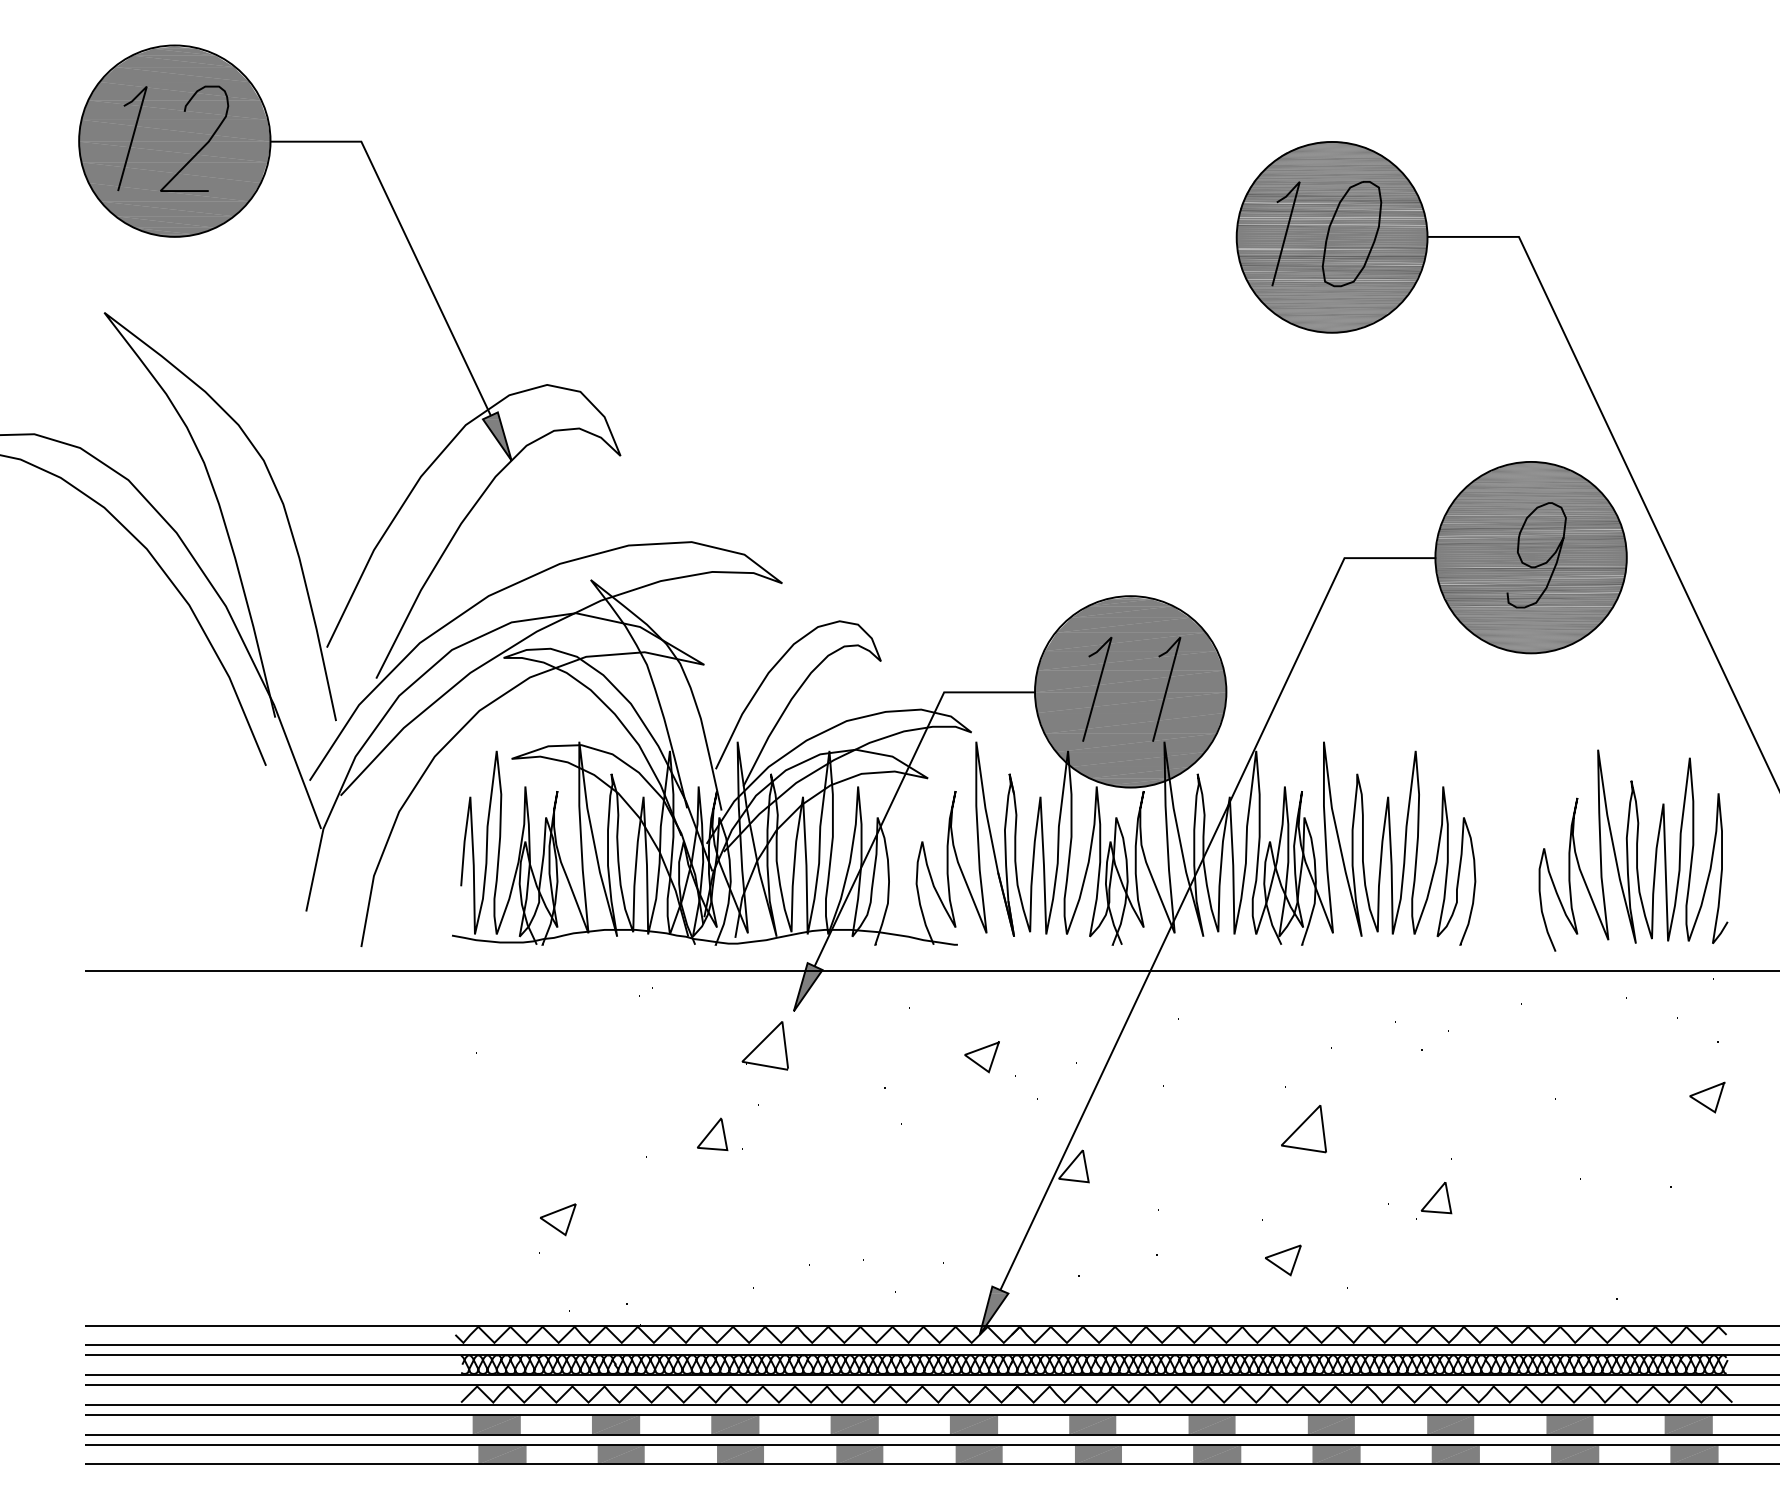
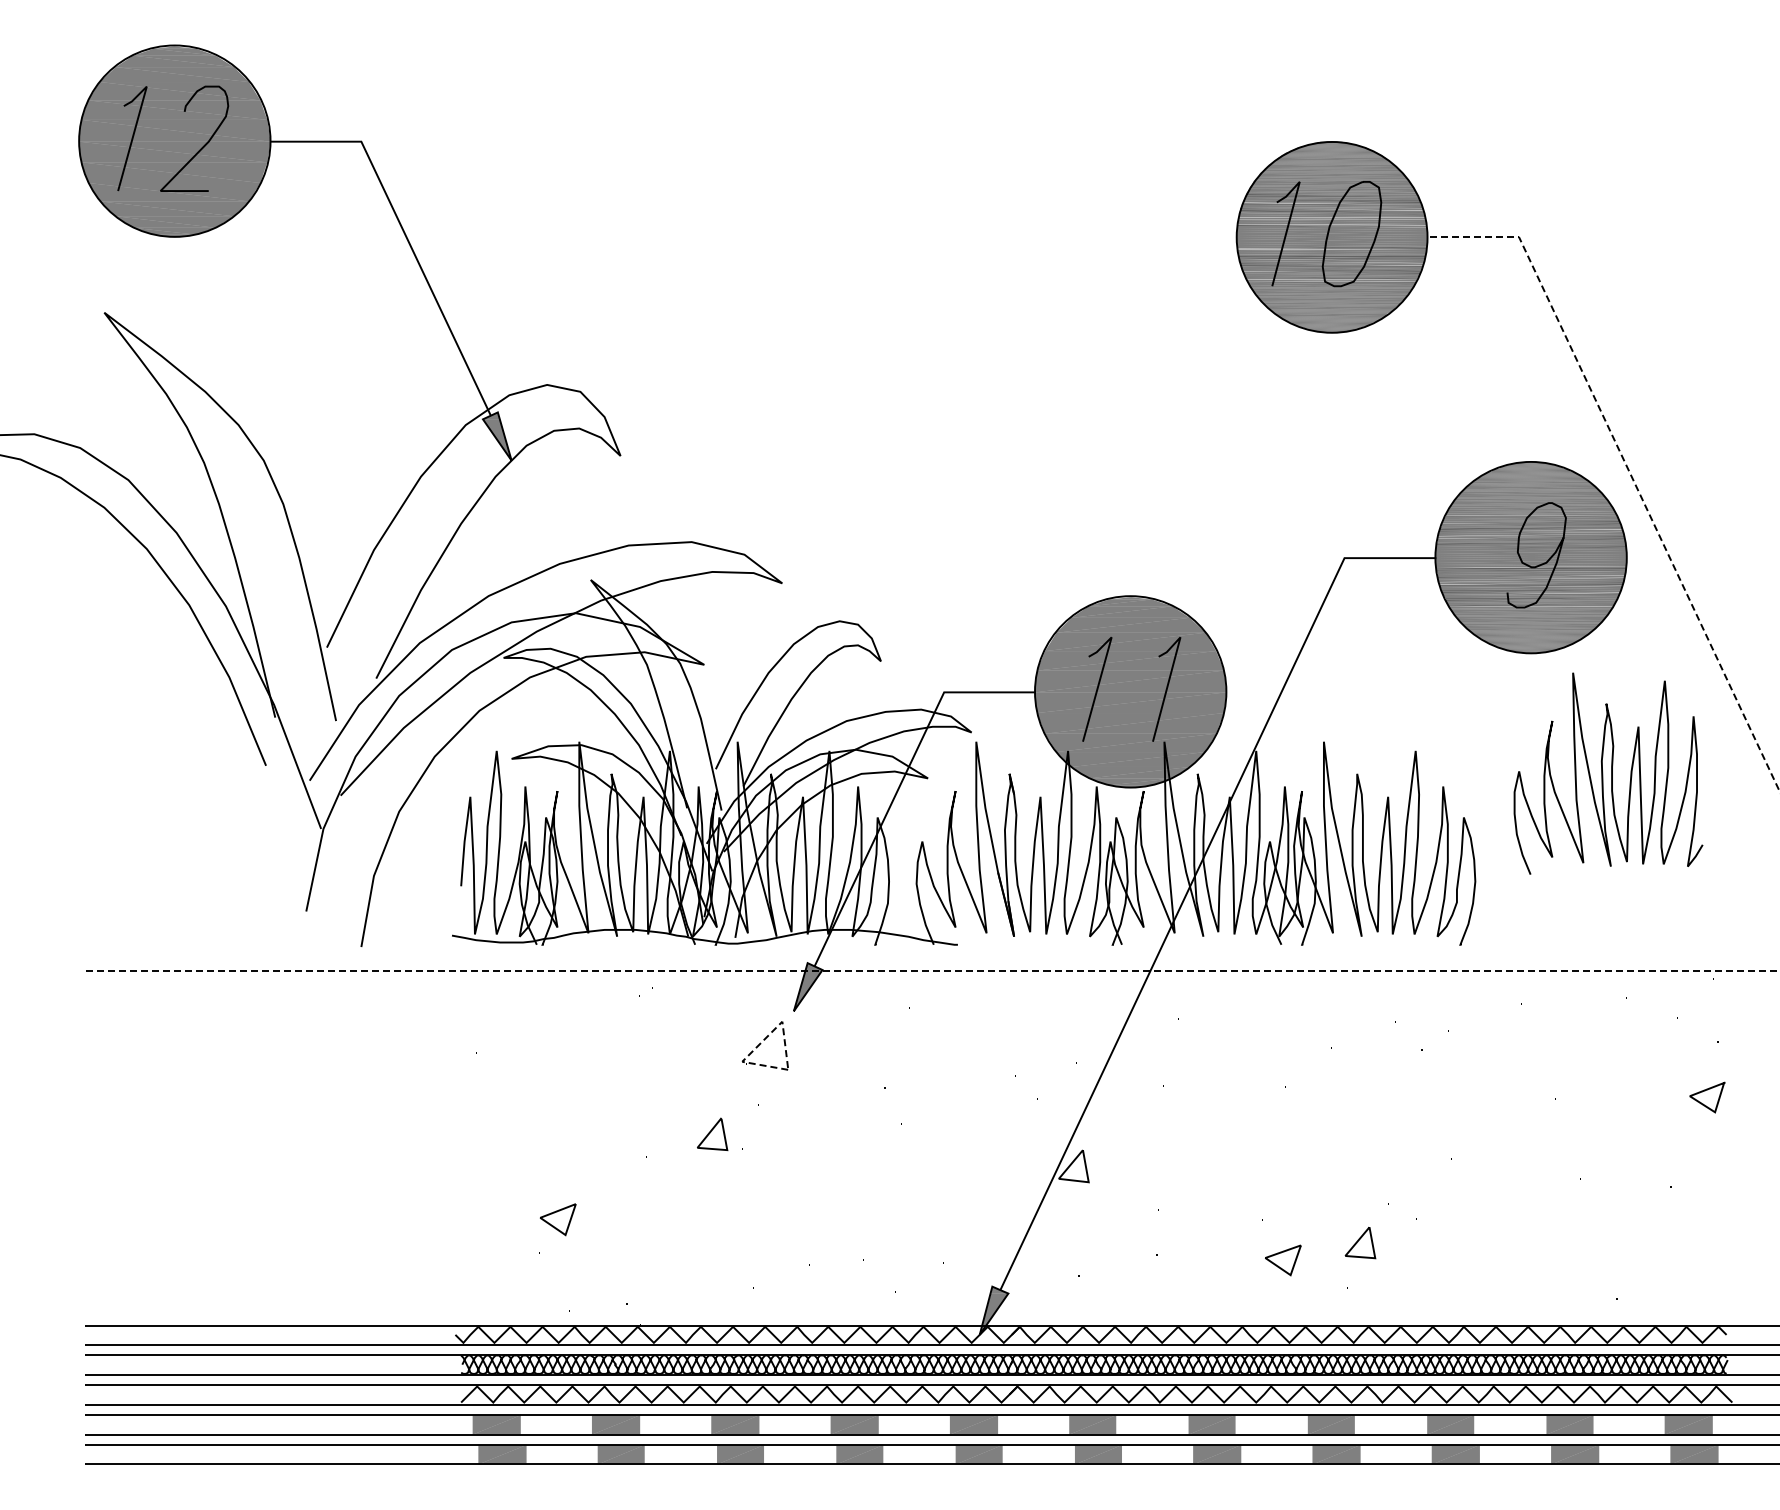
line at (1629, 472): solid -> dashed
curve at (1636, 850) position: (1636, 850) -> (1611, 773)
line at (931, 971): solid -> dashed
line at (762, 1041): solid -> dashed
line at (977, 1062): present -> none
part at (1303, 1129): present -> none
part at (1436, 1198) position: (1436, 1198) -> (1360, 1243)
